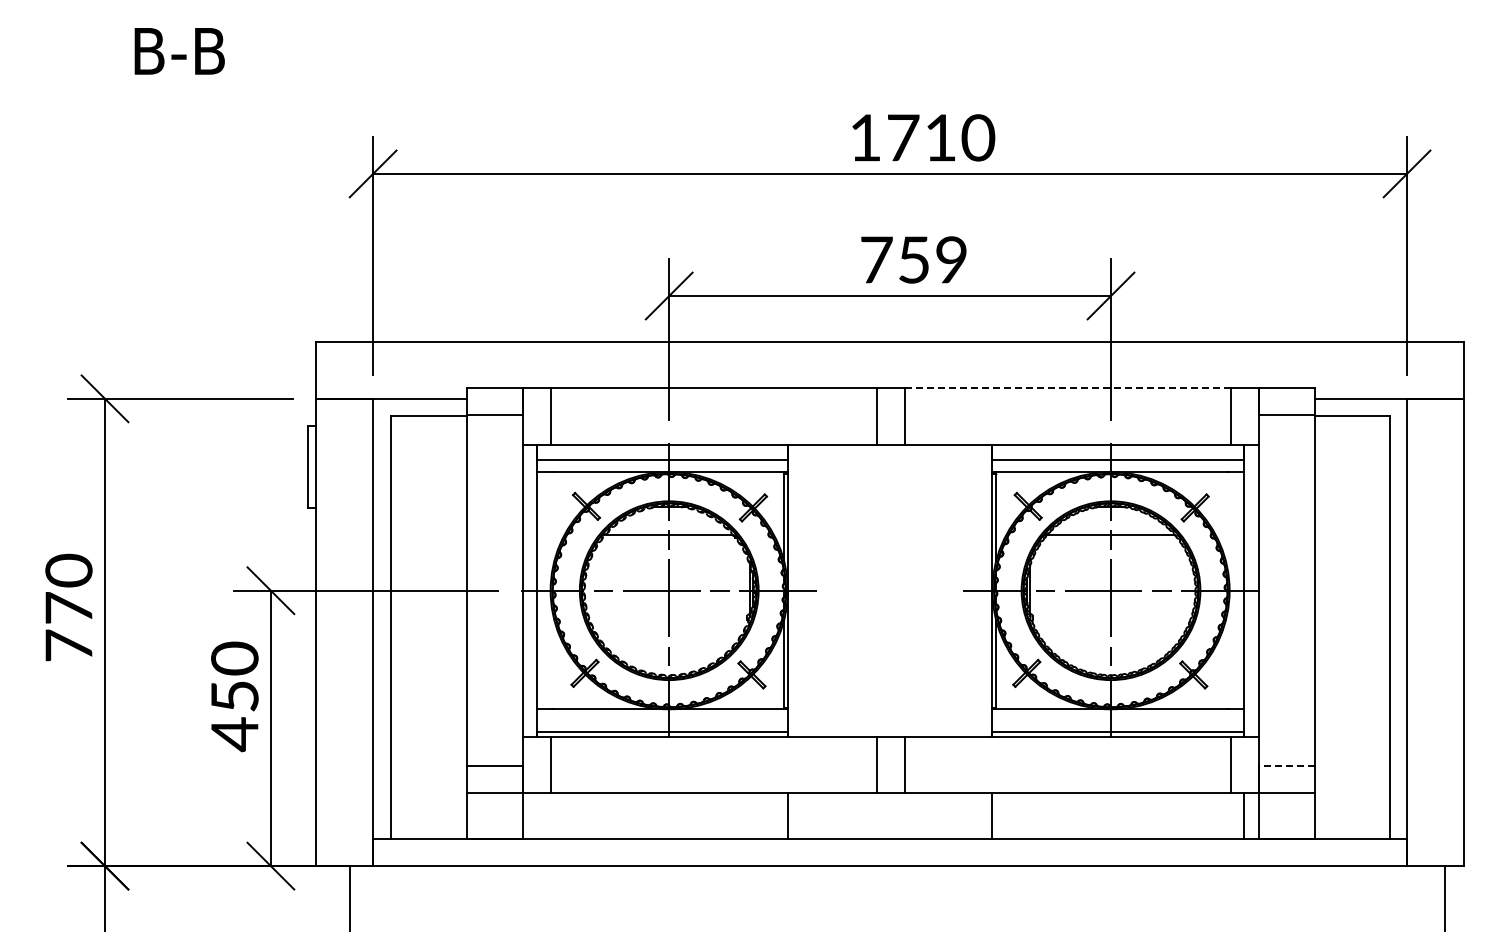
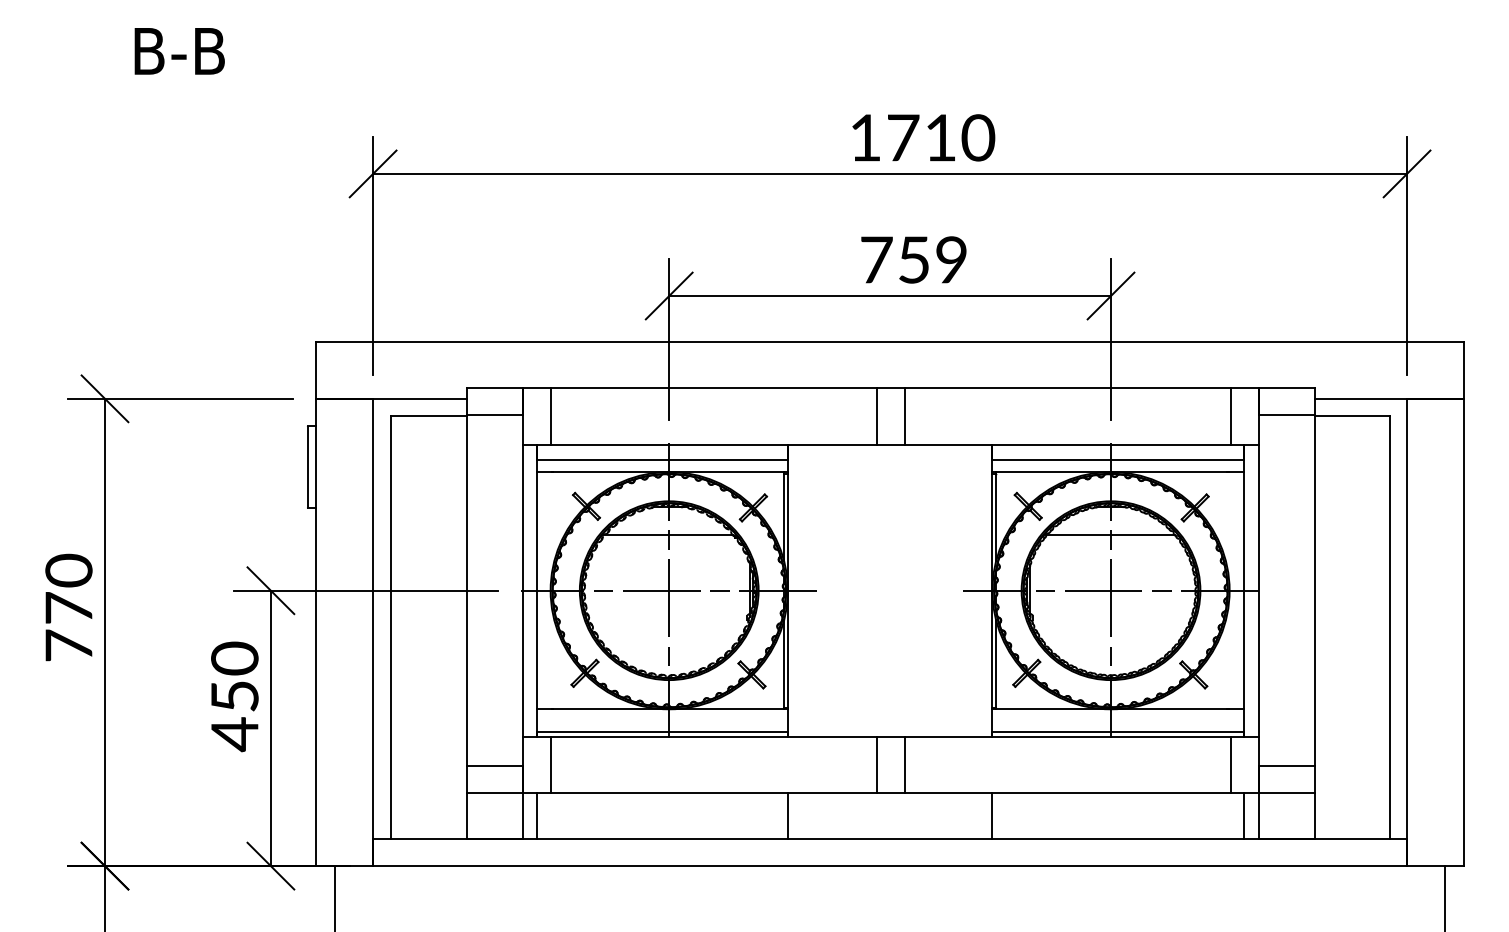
line at (1068, 388): dashed -> solid
line at (1286, 765): dashed -> solid
line at (536, 815): none -> present
line at (350, 897) position: (350, 897) -> (335, 897)
